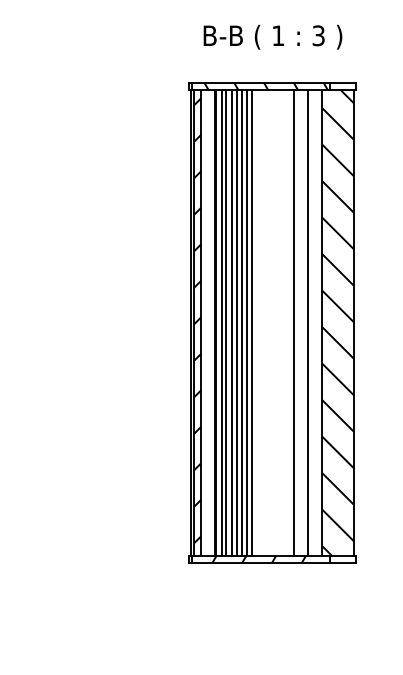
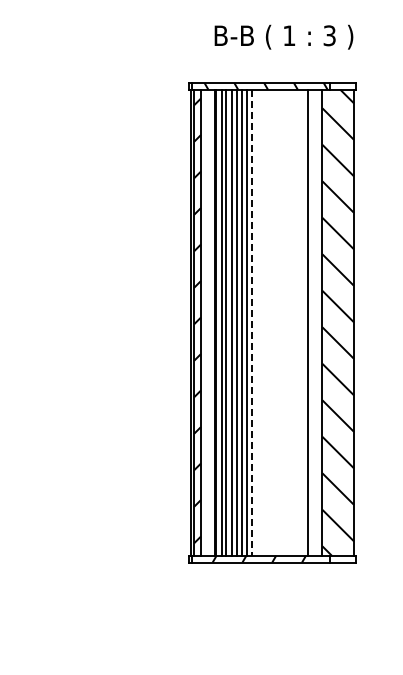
text at (272, 36) position: (272, 36) -> (283, 36)
line at (293, 322): present -> none
line at (252, 323): solid -> dashed
